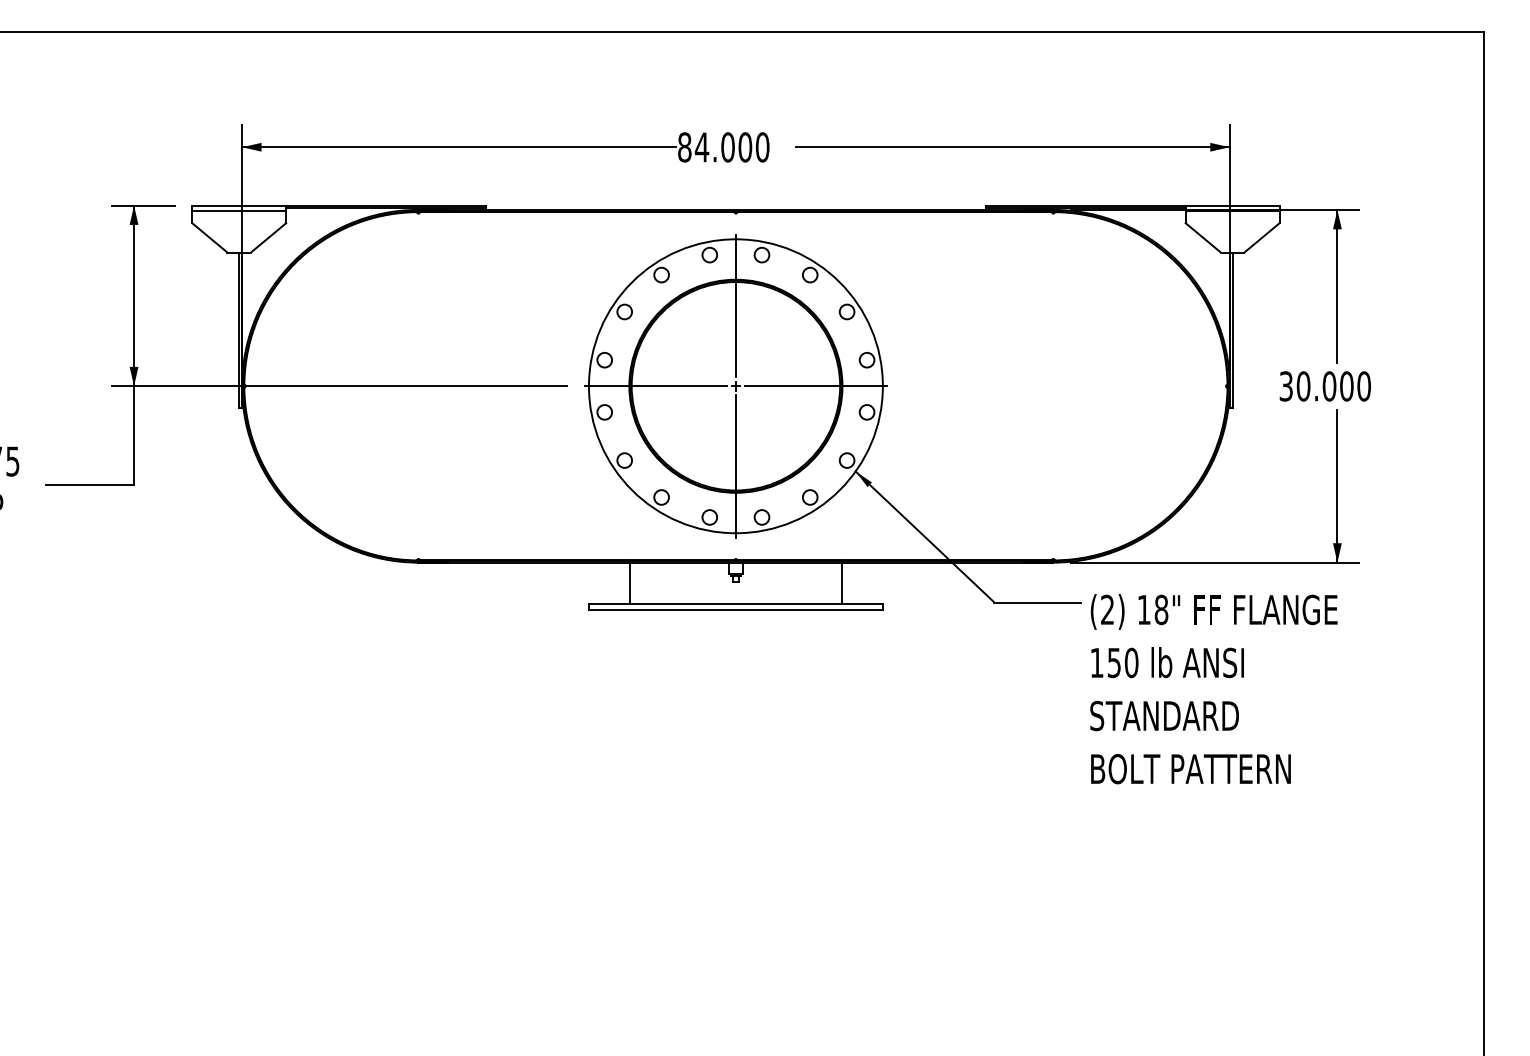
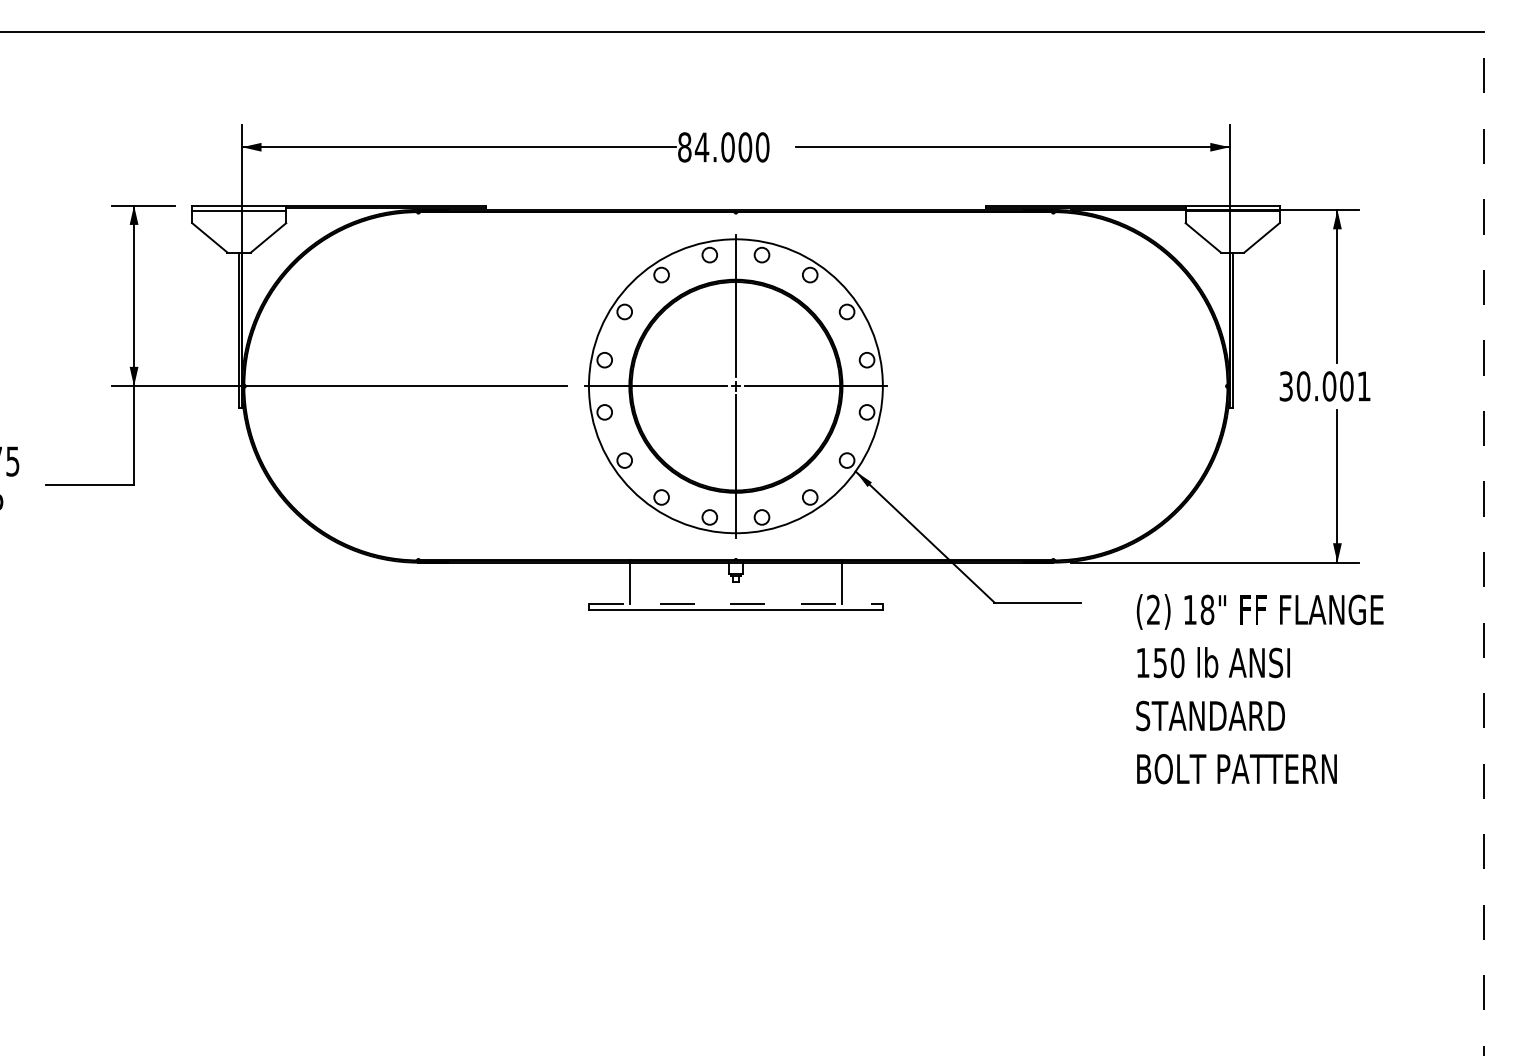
text at (1363, 386): 30.000 -> 30.001
line at (1484, 543): solid -> dashed
line at (735, 603): solid -> dashed
text at (1213, 689) position: (1213, 689) -> (1259, 689)
